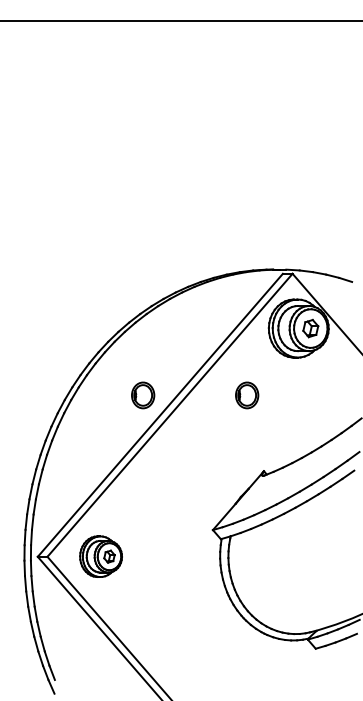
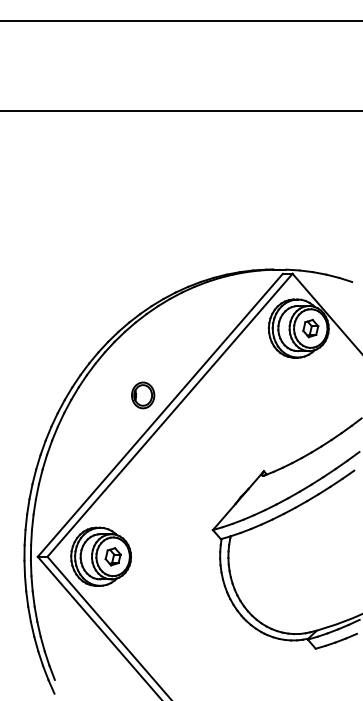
line at (180, 111): none -> present
part at (247, 395): present -> none
part at (100, 556) size: 44x43 px -> 62x61 px
